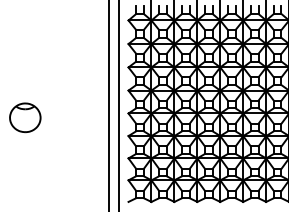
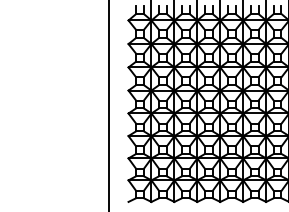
line at (118, 105): present -> none
part at (25, 117): present -> none
